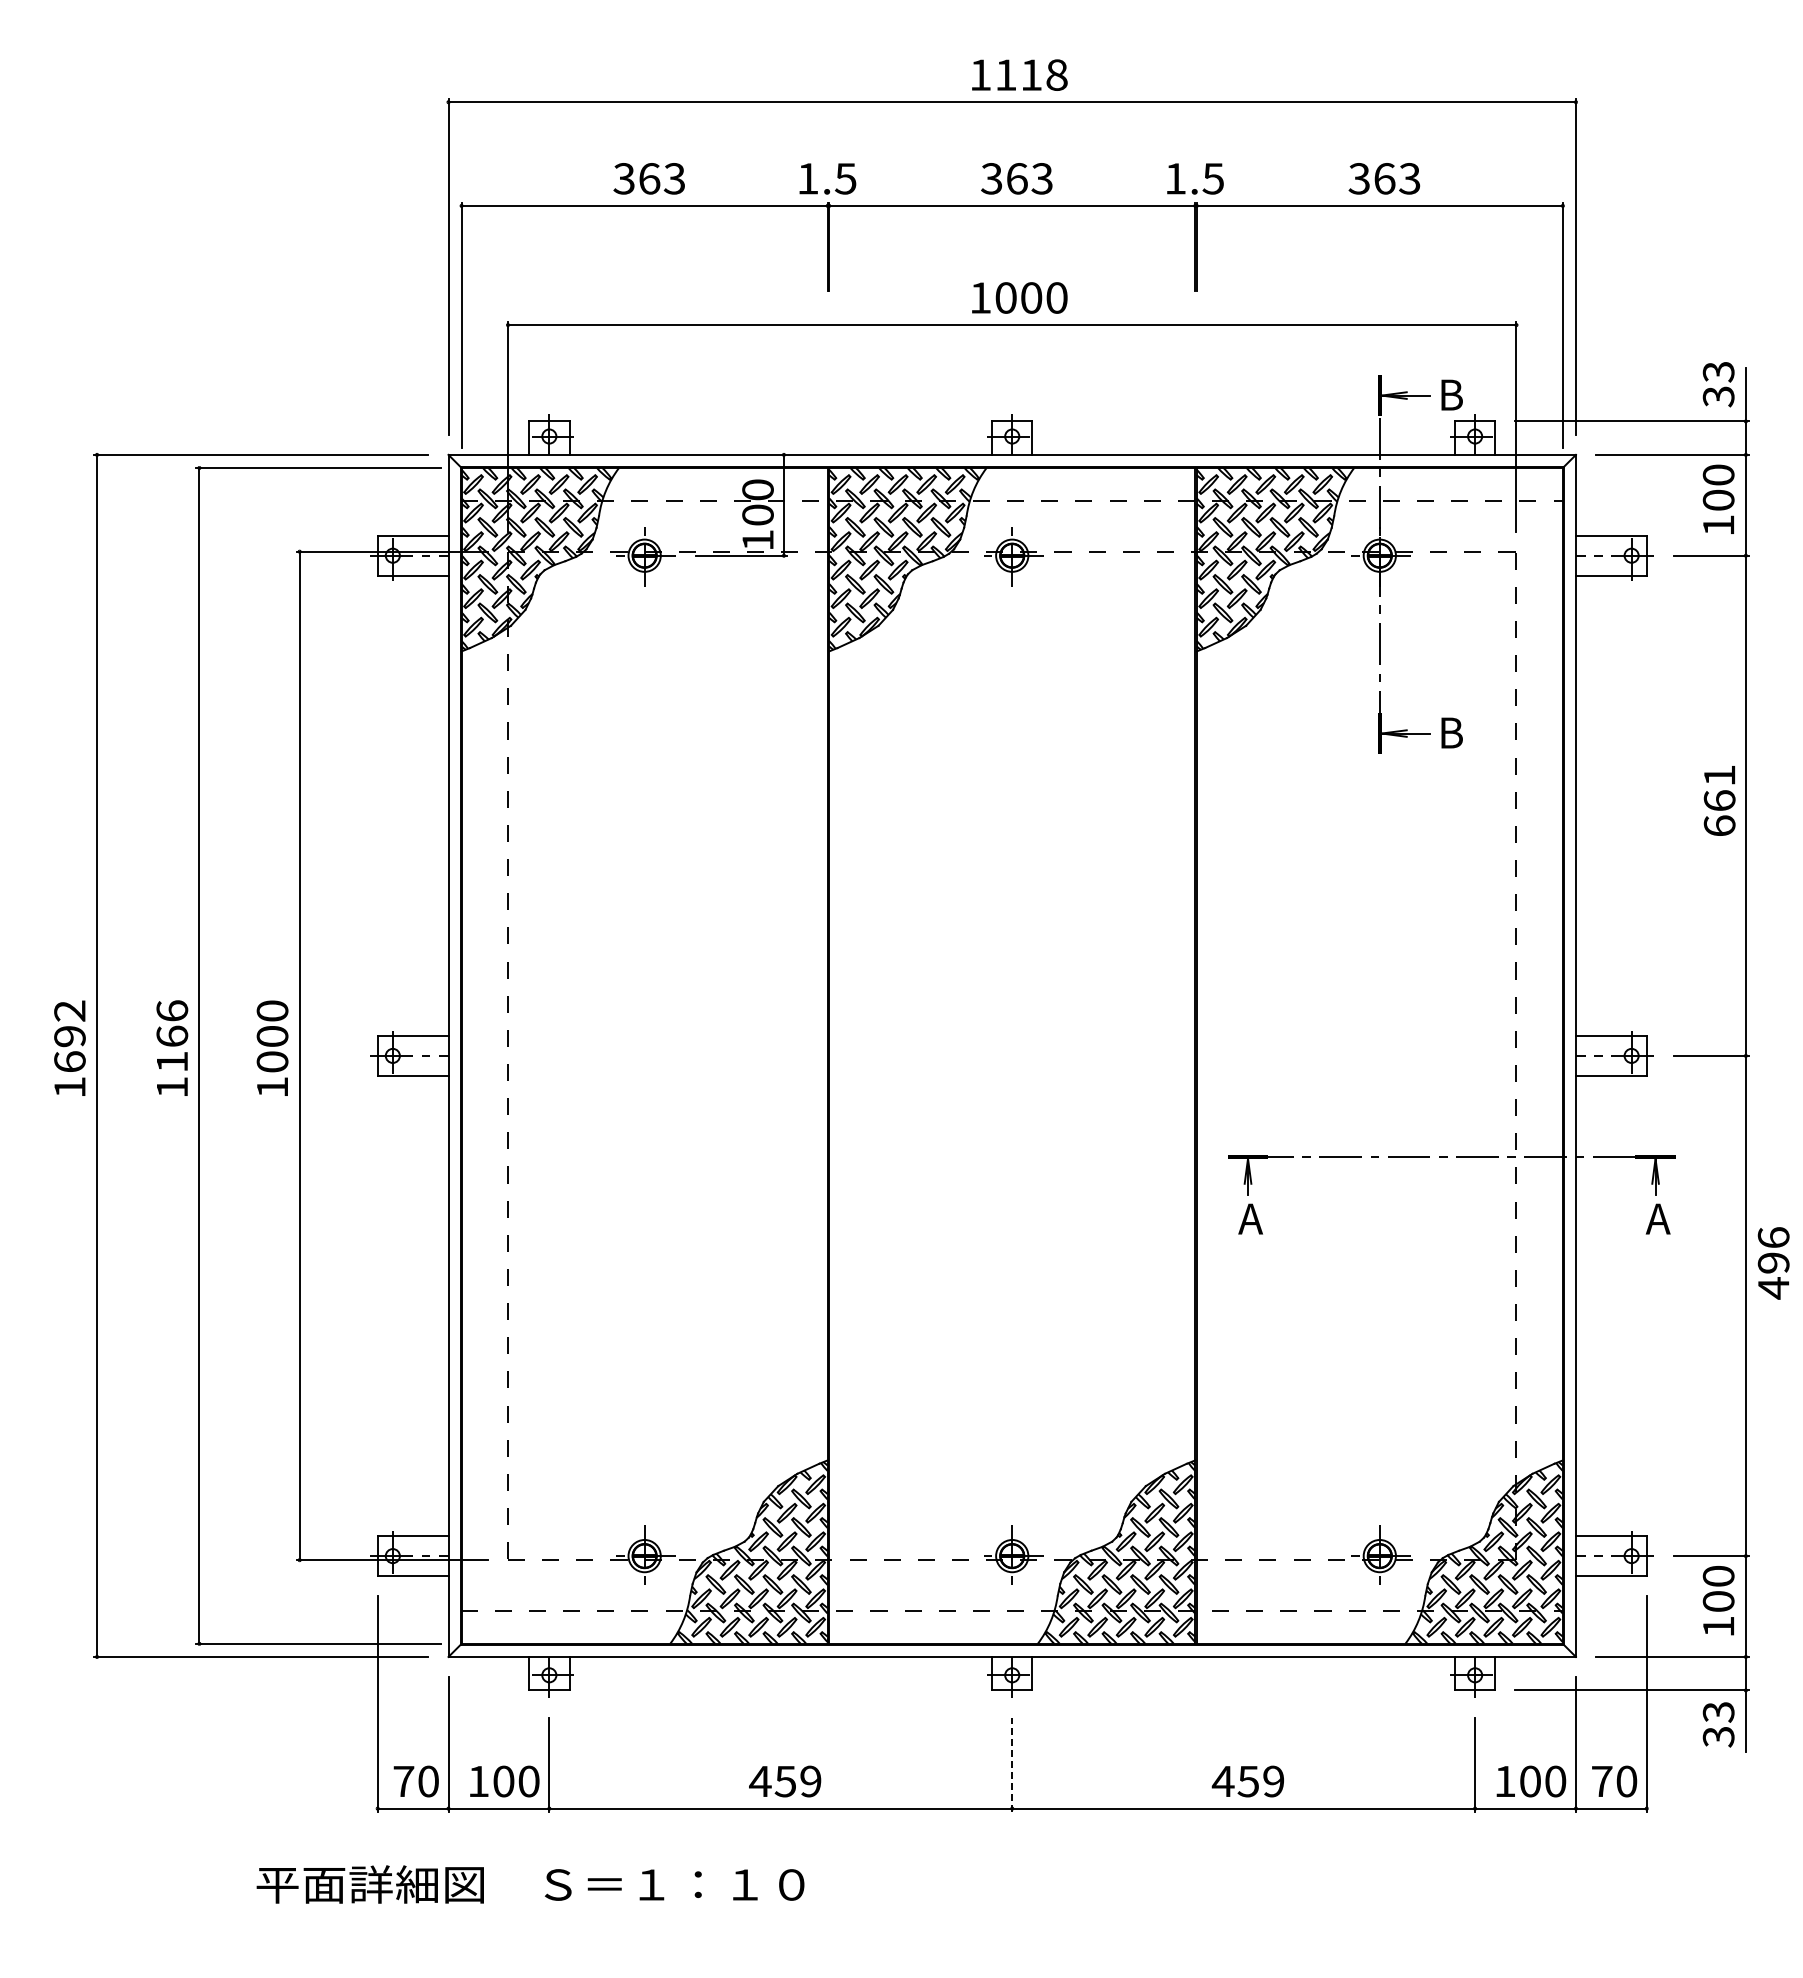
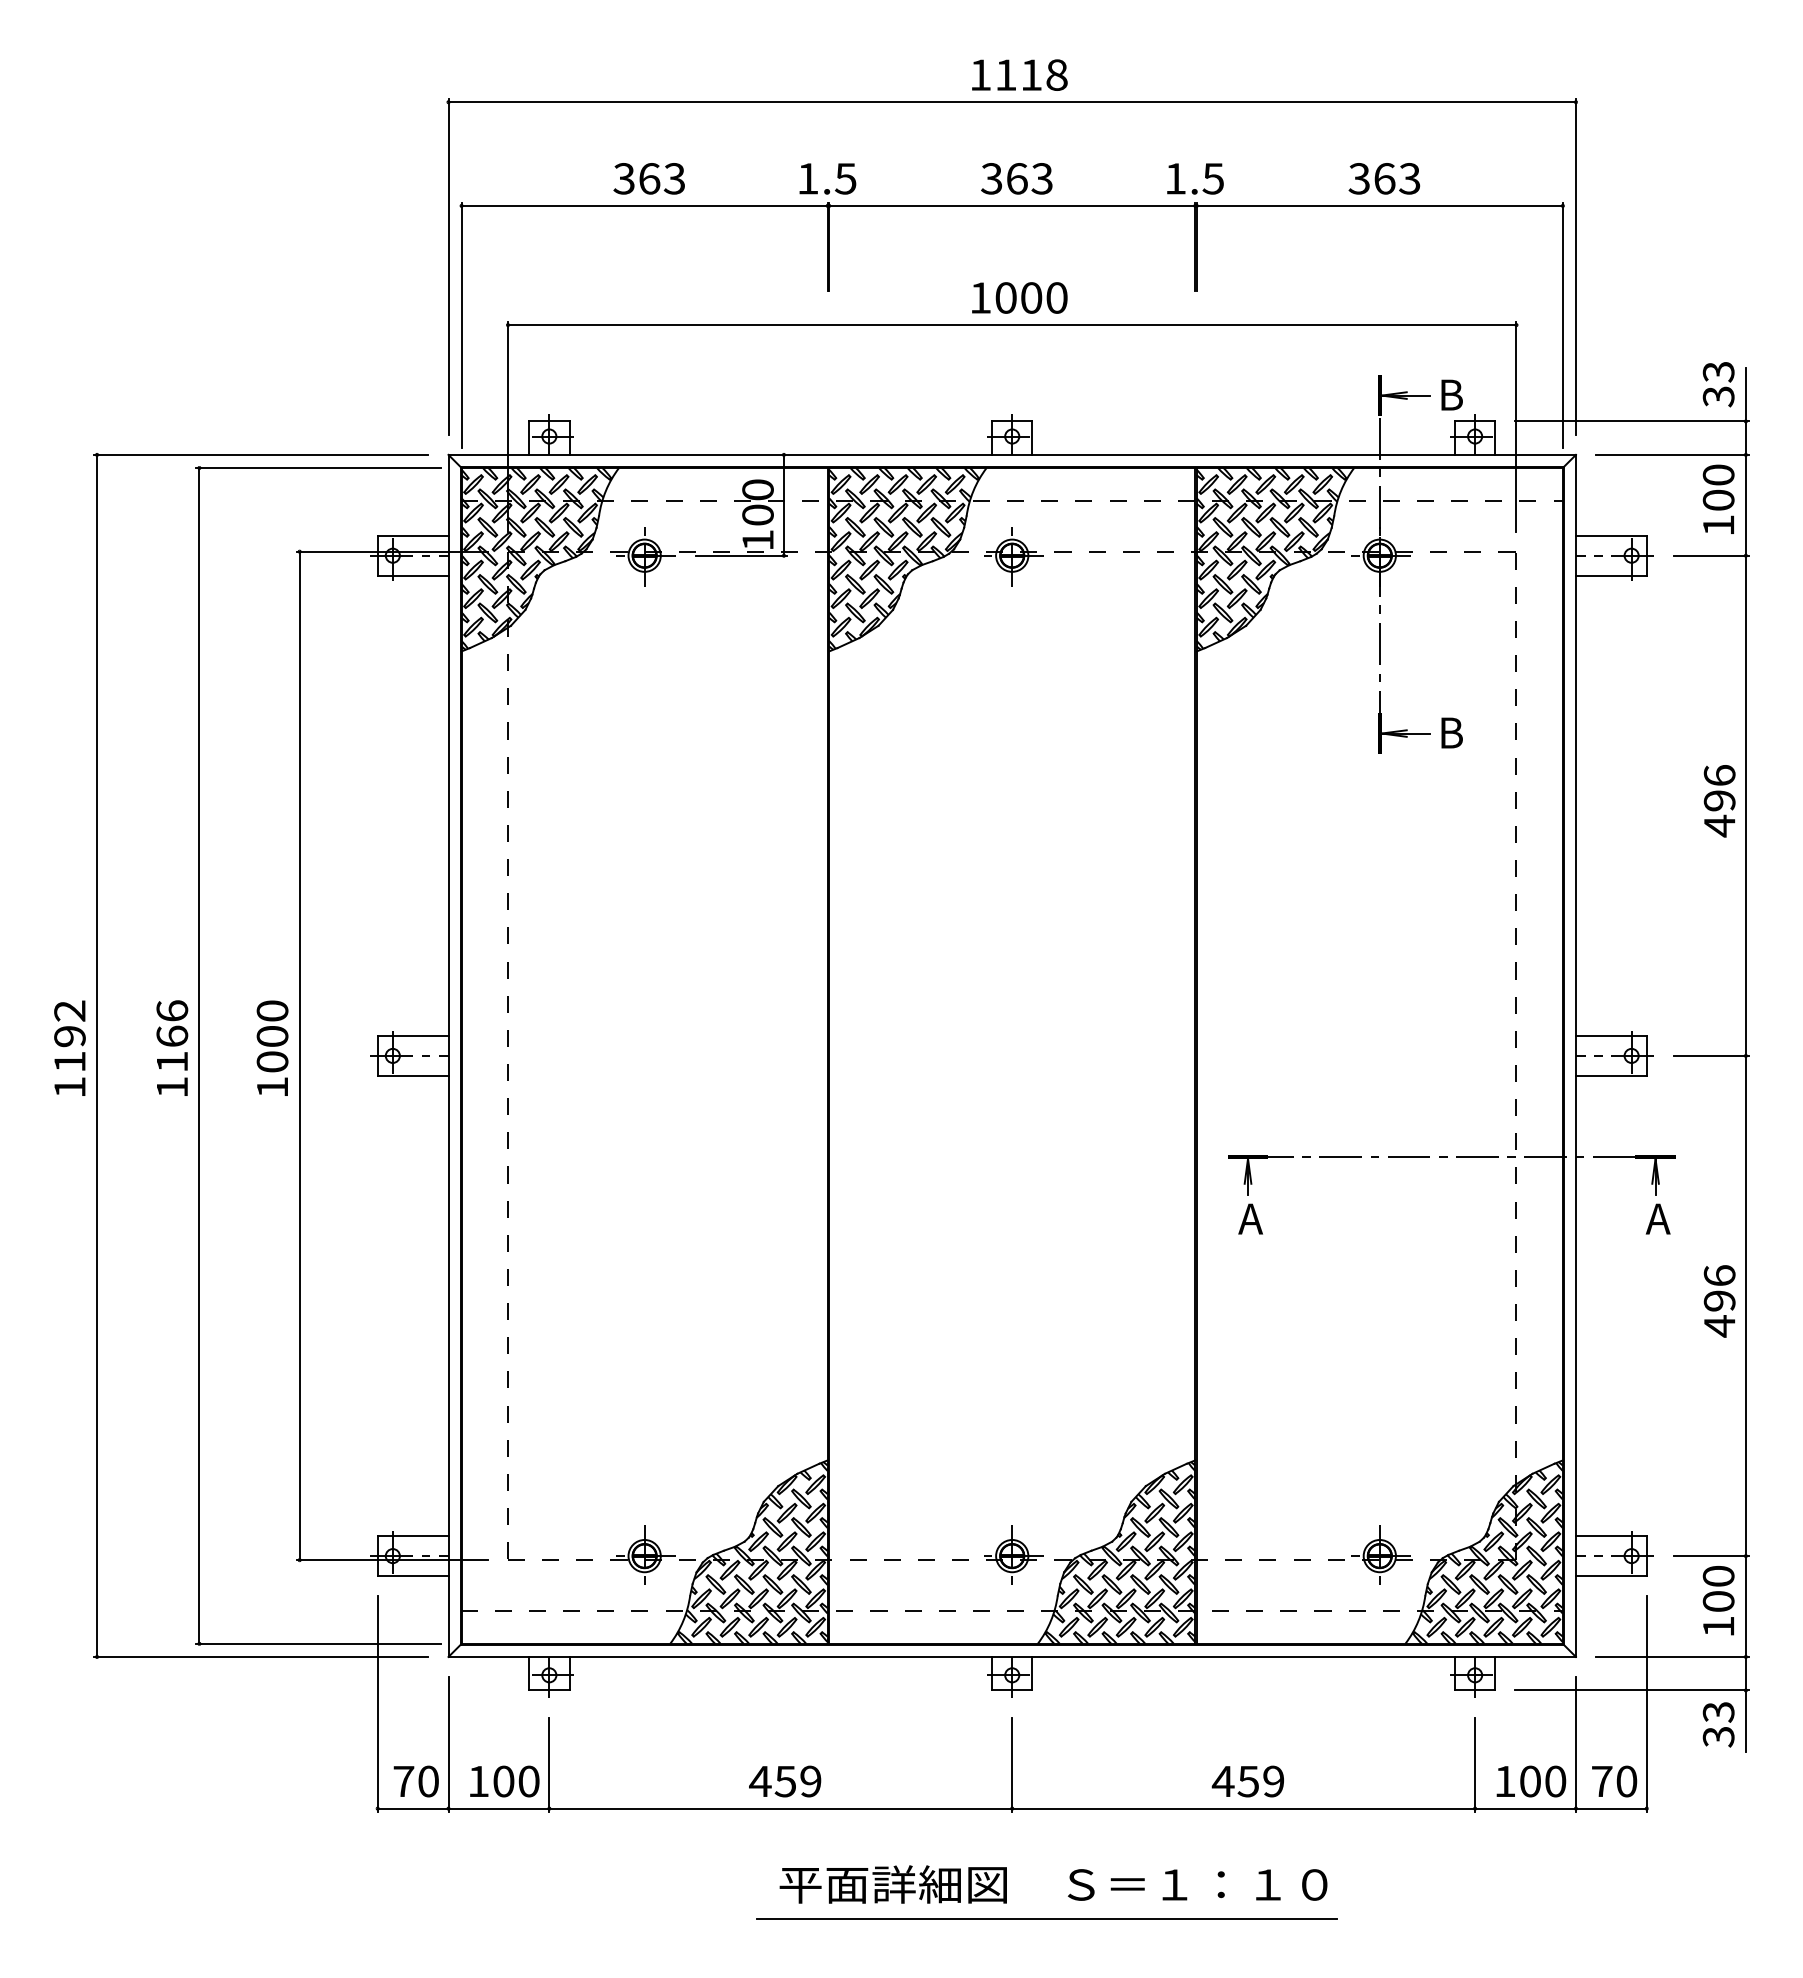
text at (1719, 801): 661 -> 496
text at (69, 1061): 1692 -> 1192
text at (1773, 1263) position: (1773, 1263) -> (1719, 1301)
line at (1012, 1764): dashed -> solid
text at (530, 1884) position: (530, 1884) -> (1053, 1884)
line at (1046, 1918): none -> present
